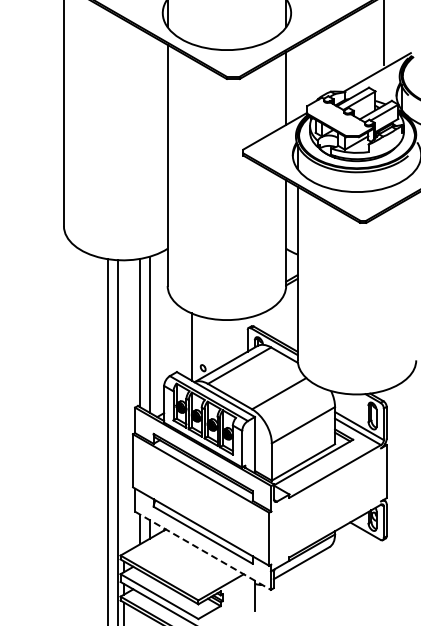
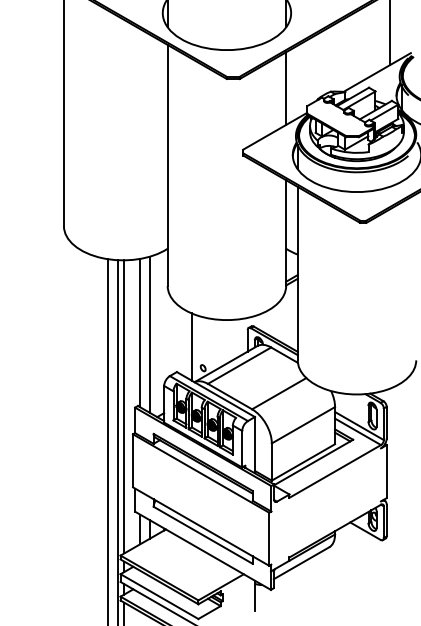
line at (383, 33) position: (383, 33) -> (389, 33)
line at (124, 406): none -> present
line at (203, 551): dashed -> solid
